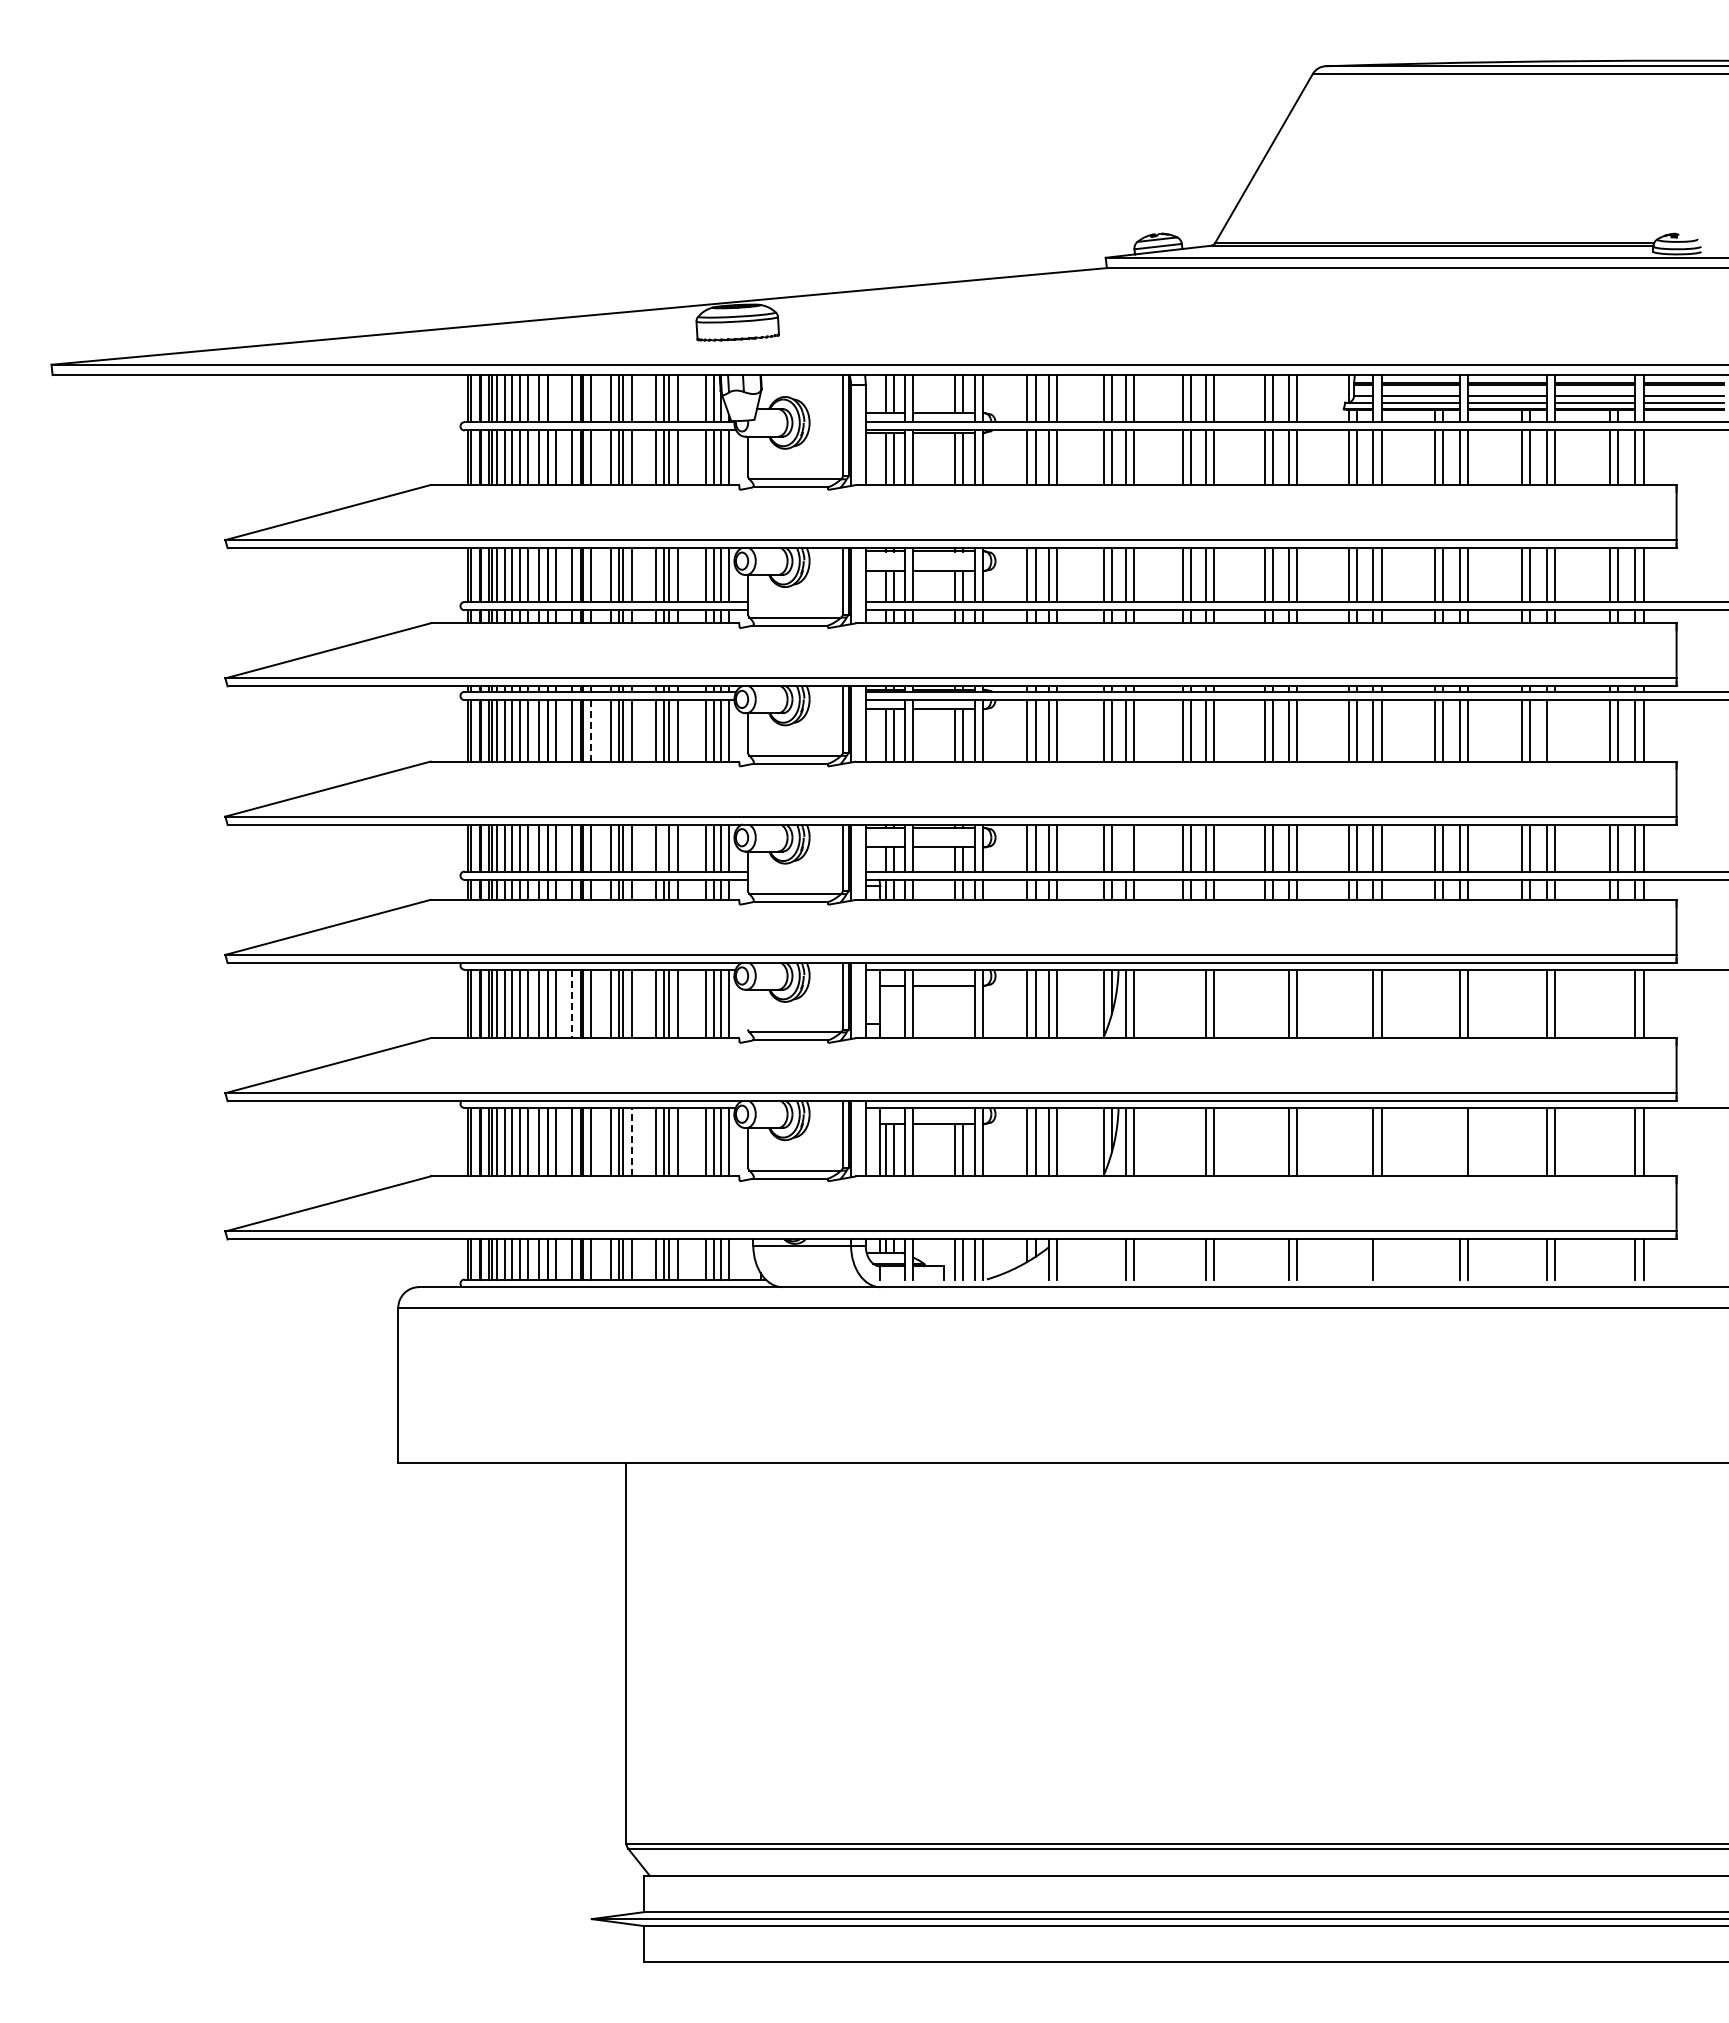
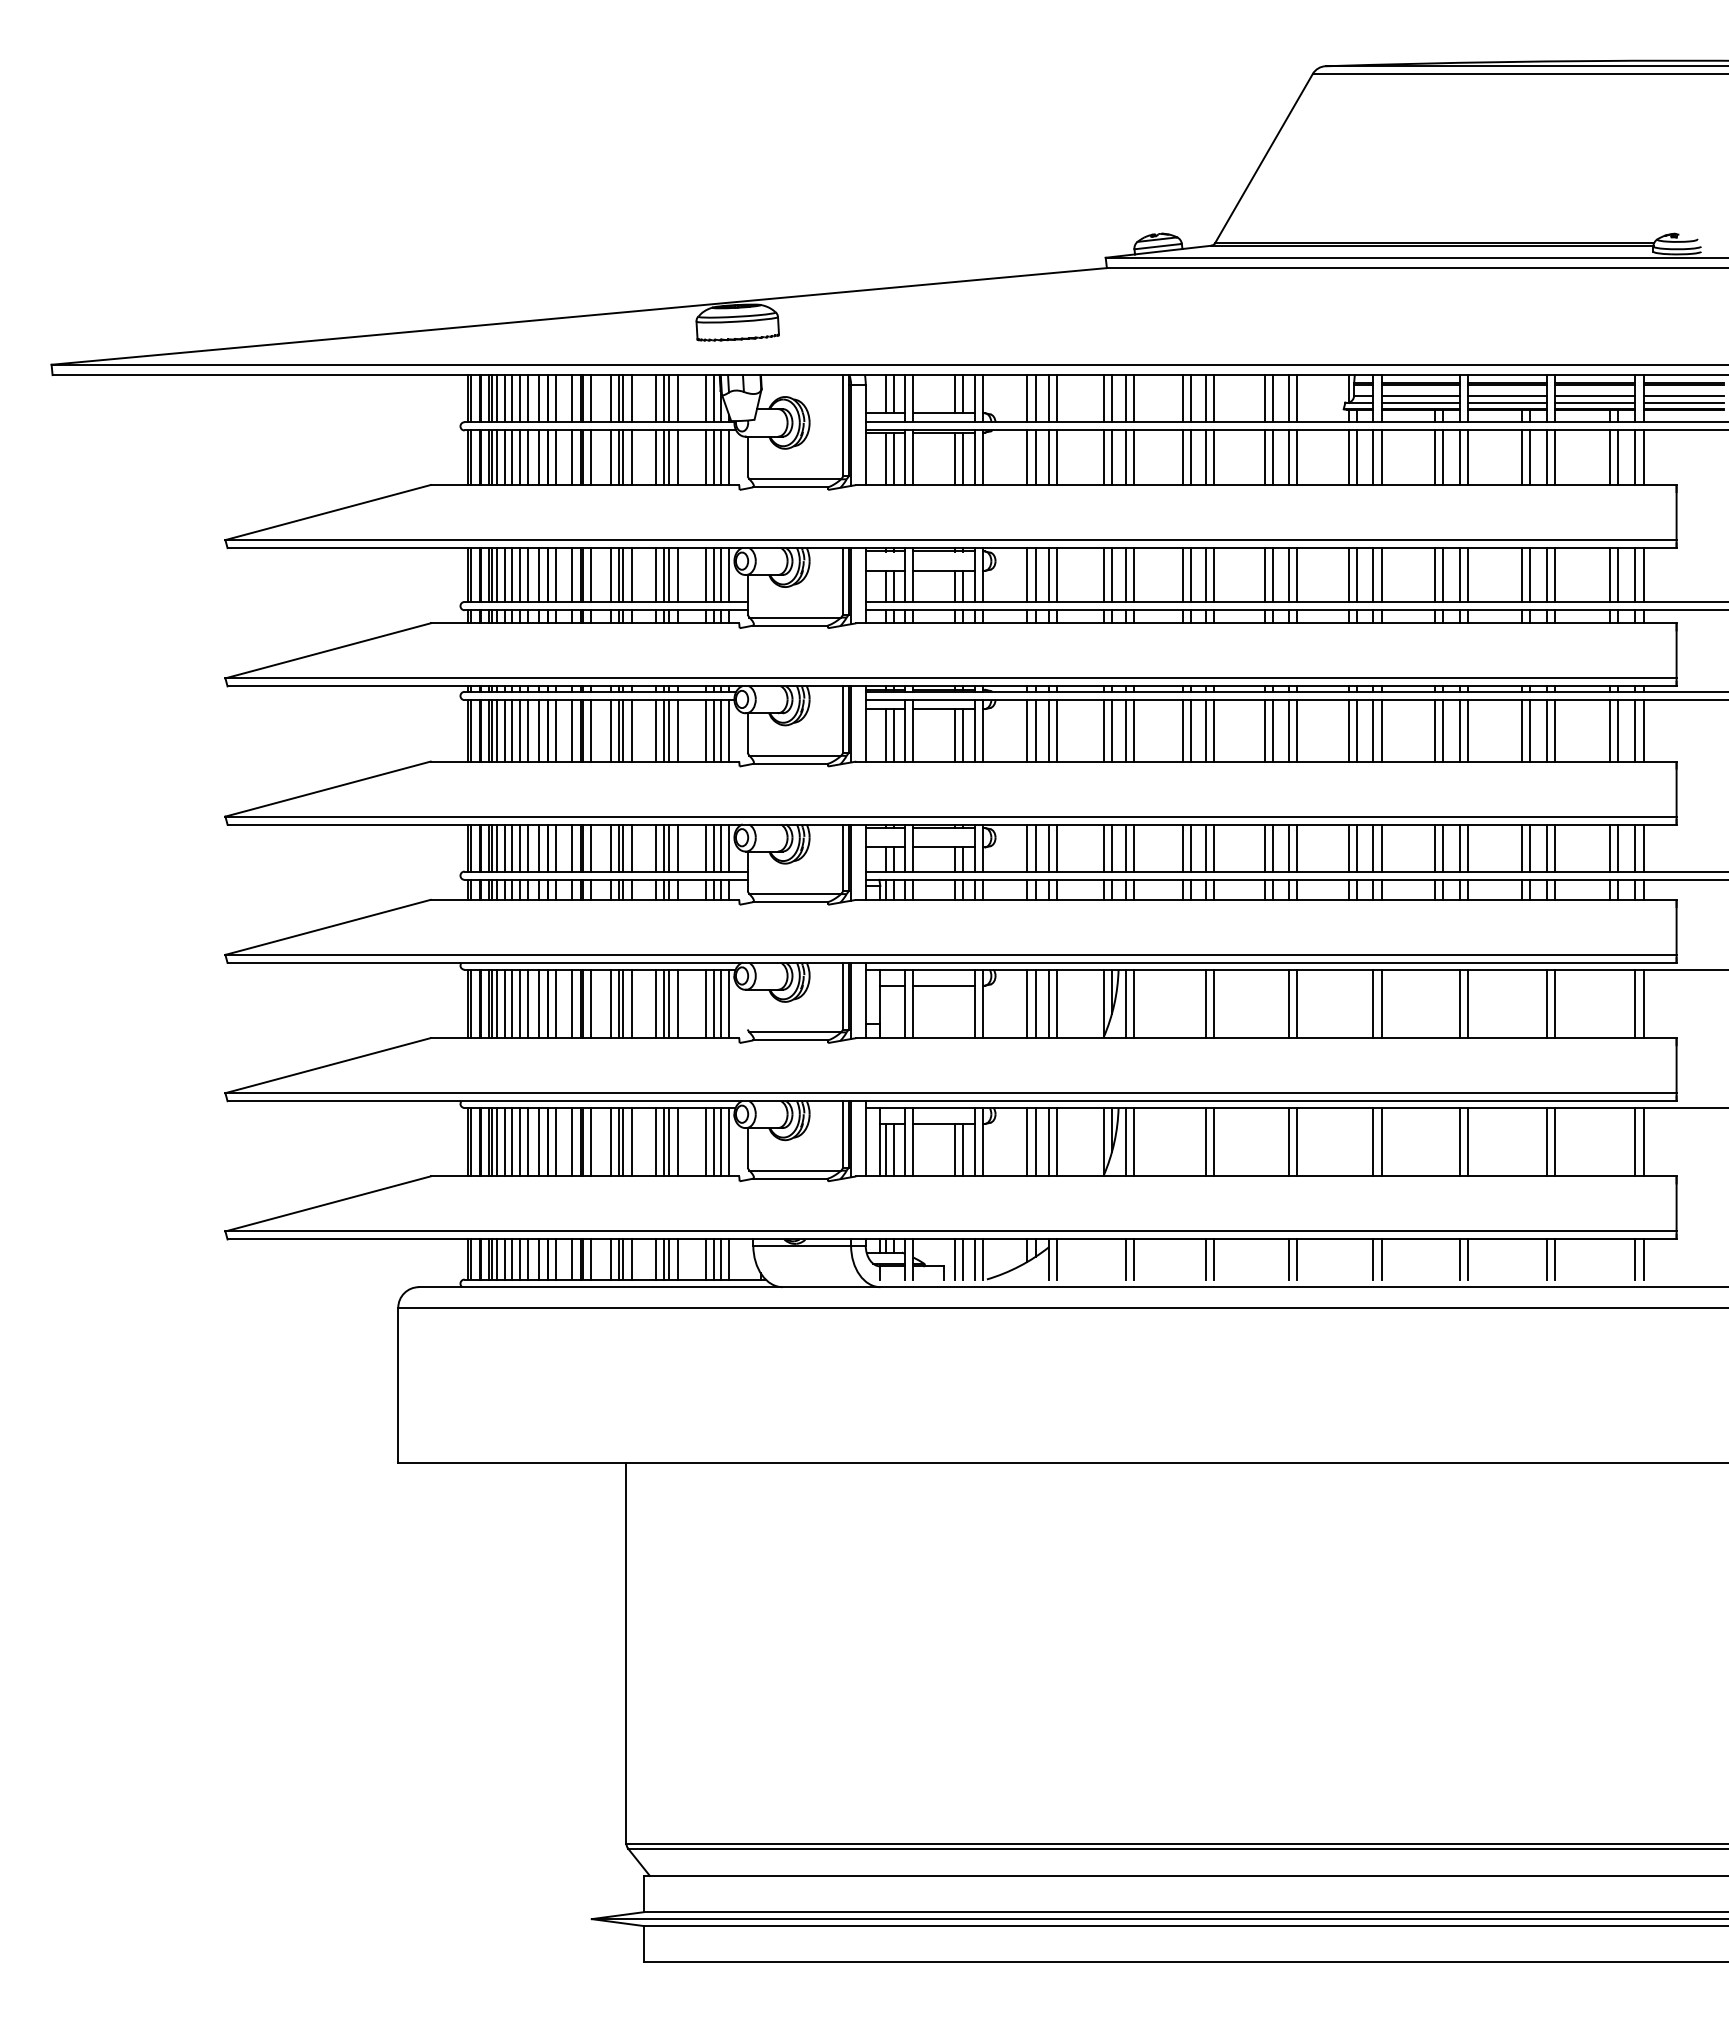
line at (556, 398): none -> present
line at (591, 730): dashed -> solid
line at (1555, 730): none -> present
line at (663, 847): none -> present
line at (1126, 847): none -> present
line at (572, 1004): dashed -> solid
line at (631, 1141): dashed -> solid
line at (1459, 1142): none -> present
line at (1381, 1259): none -> present
